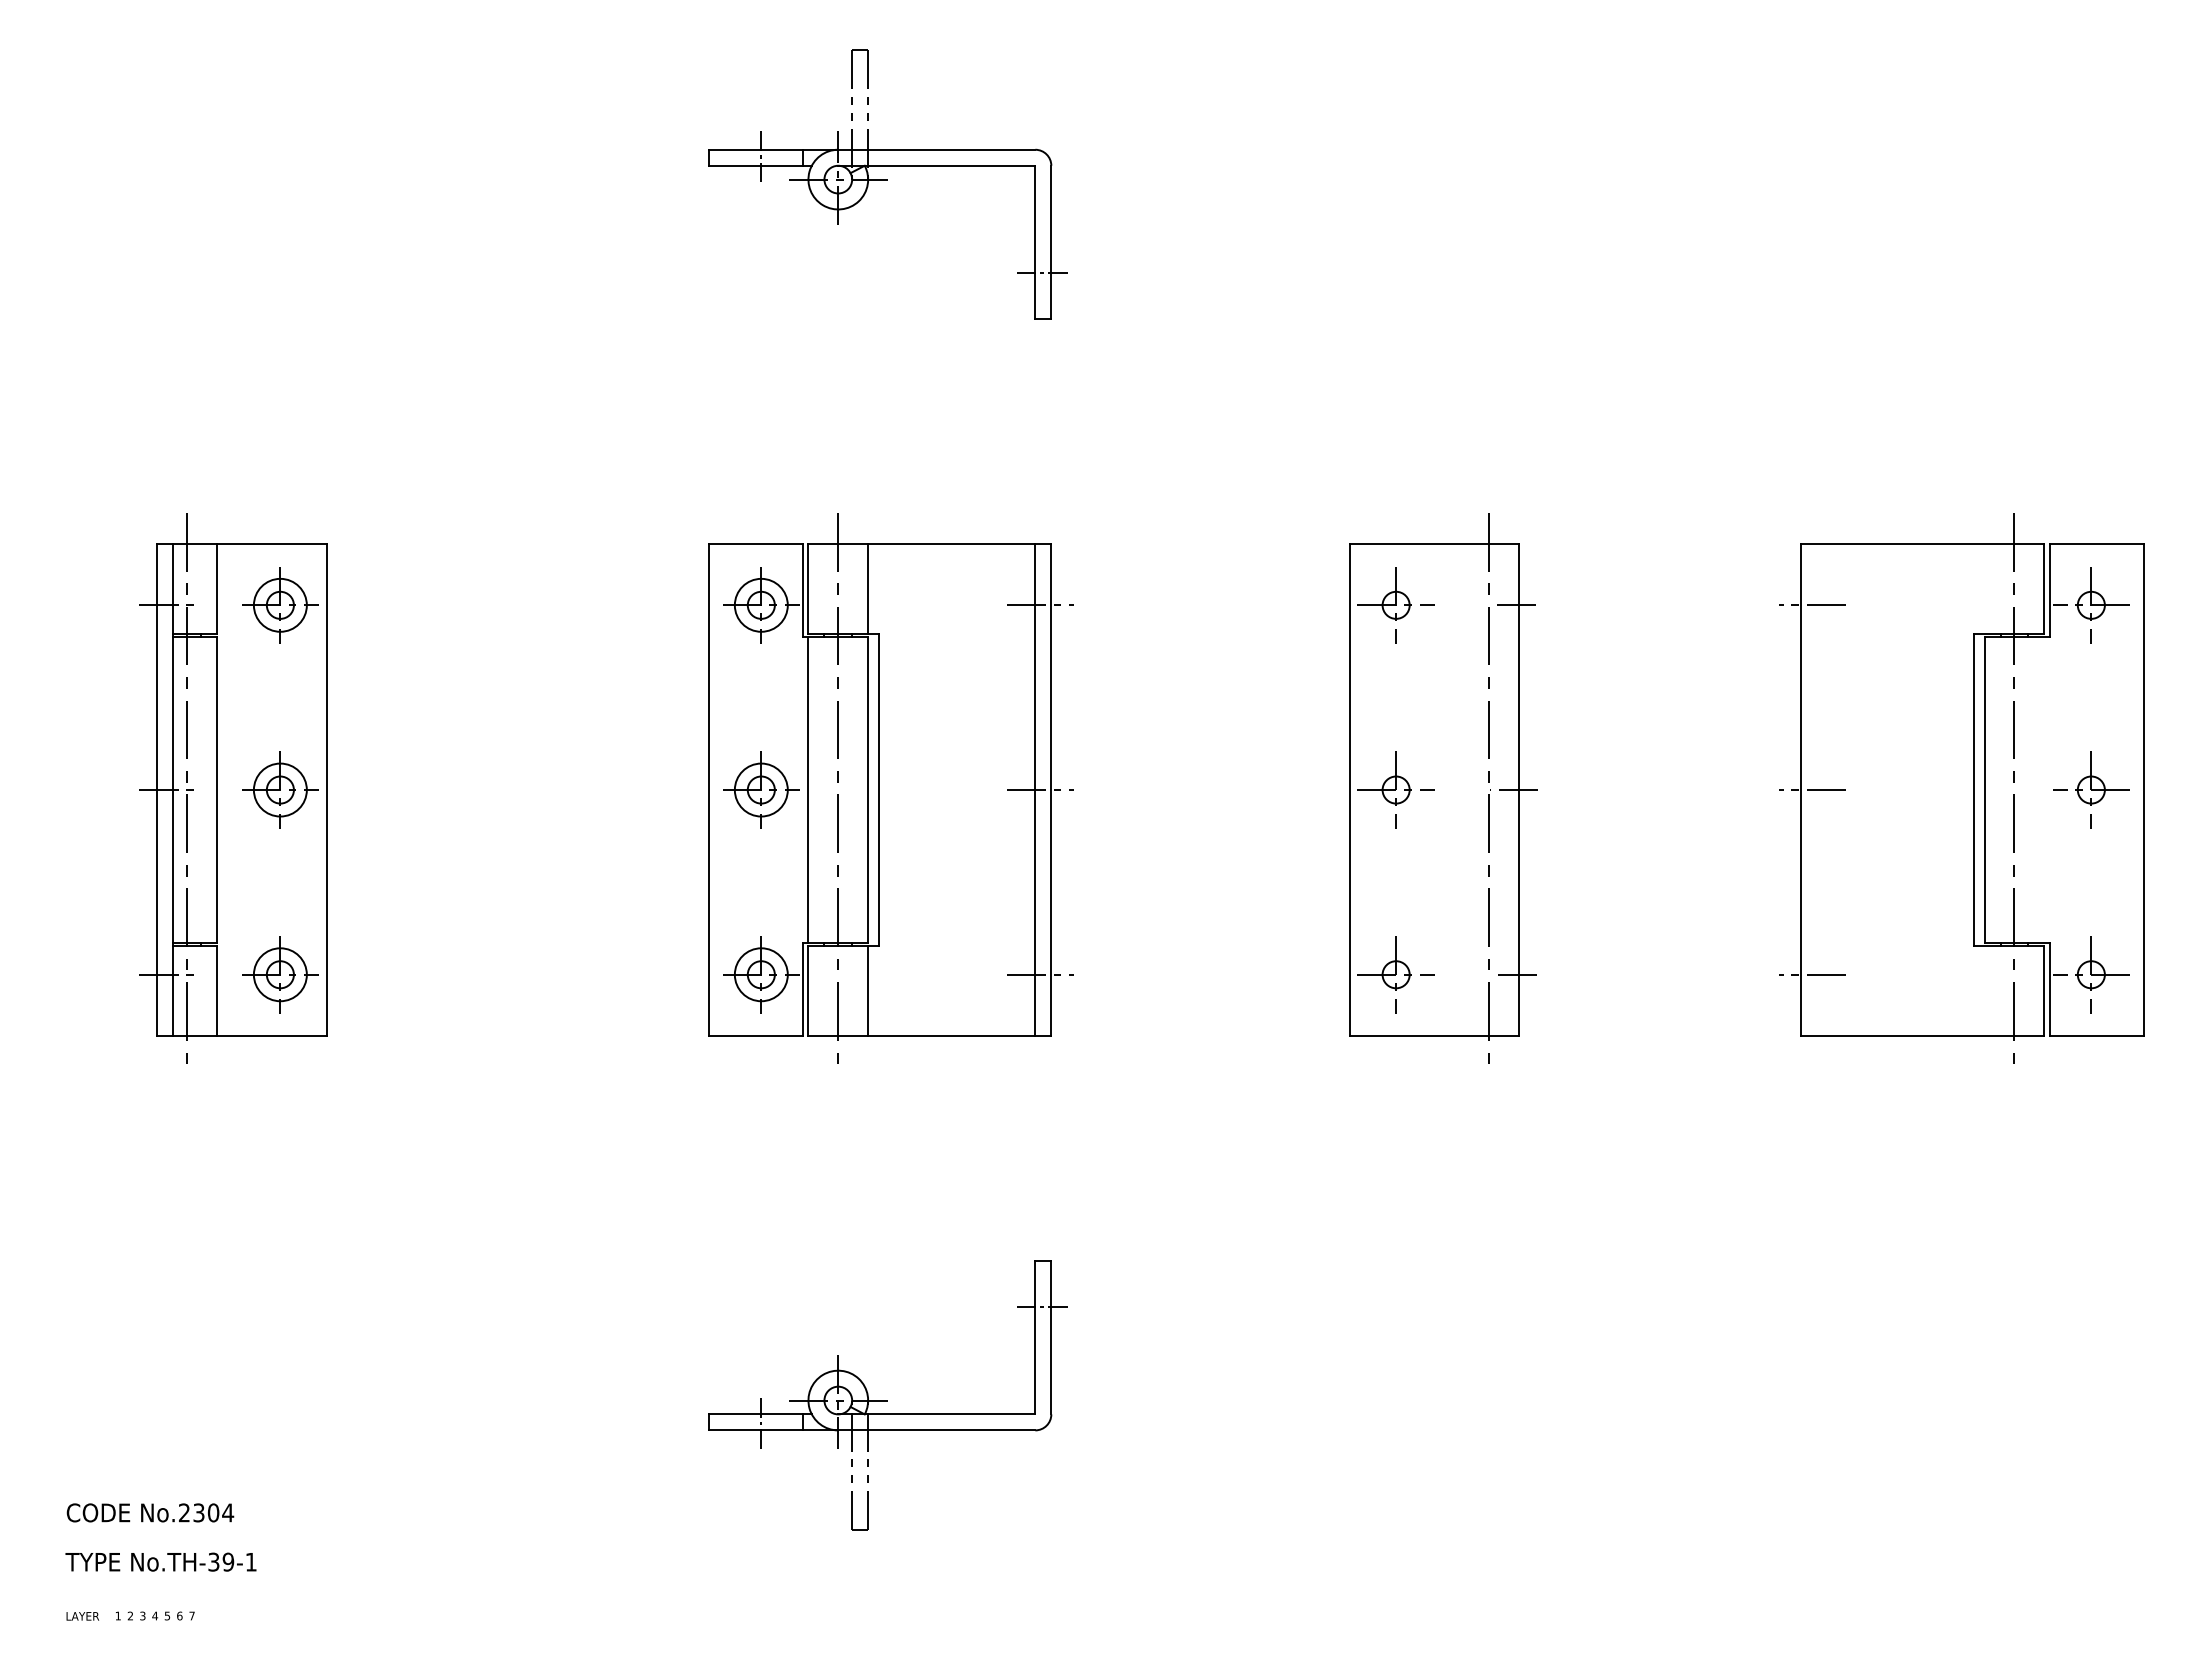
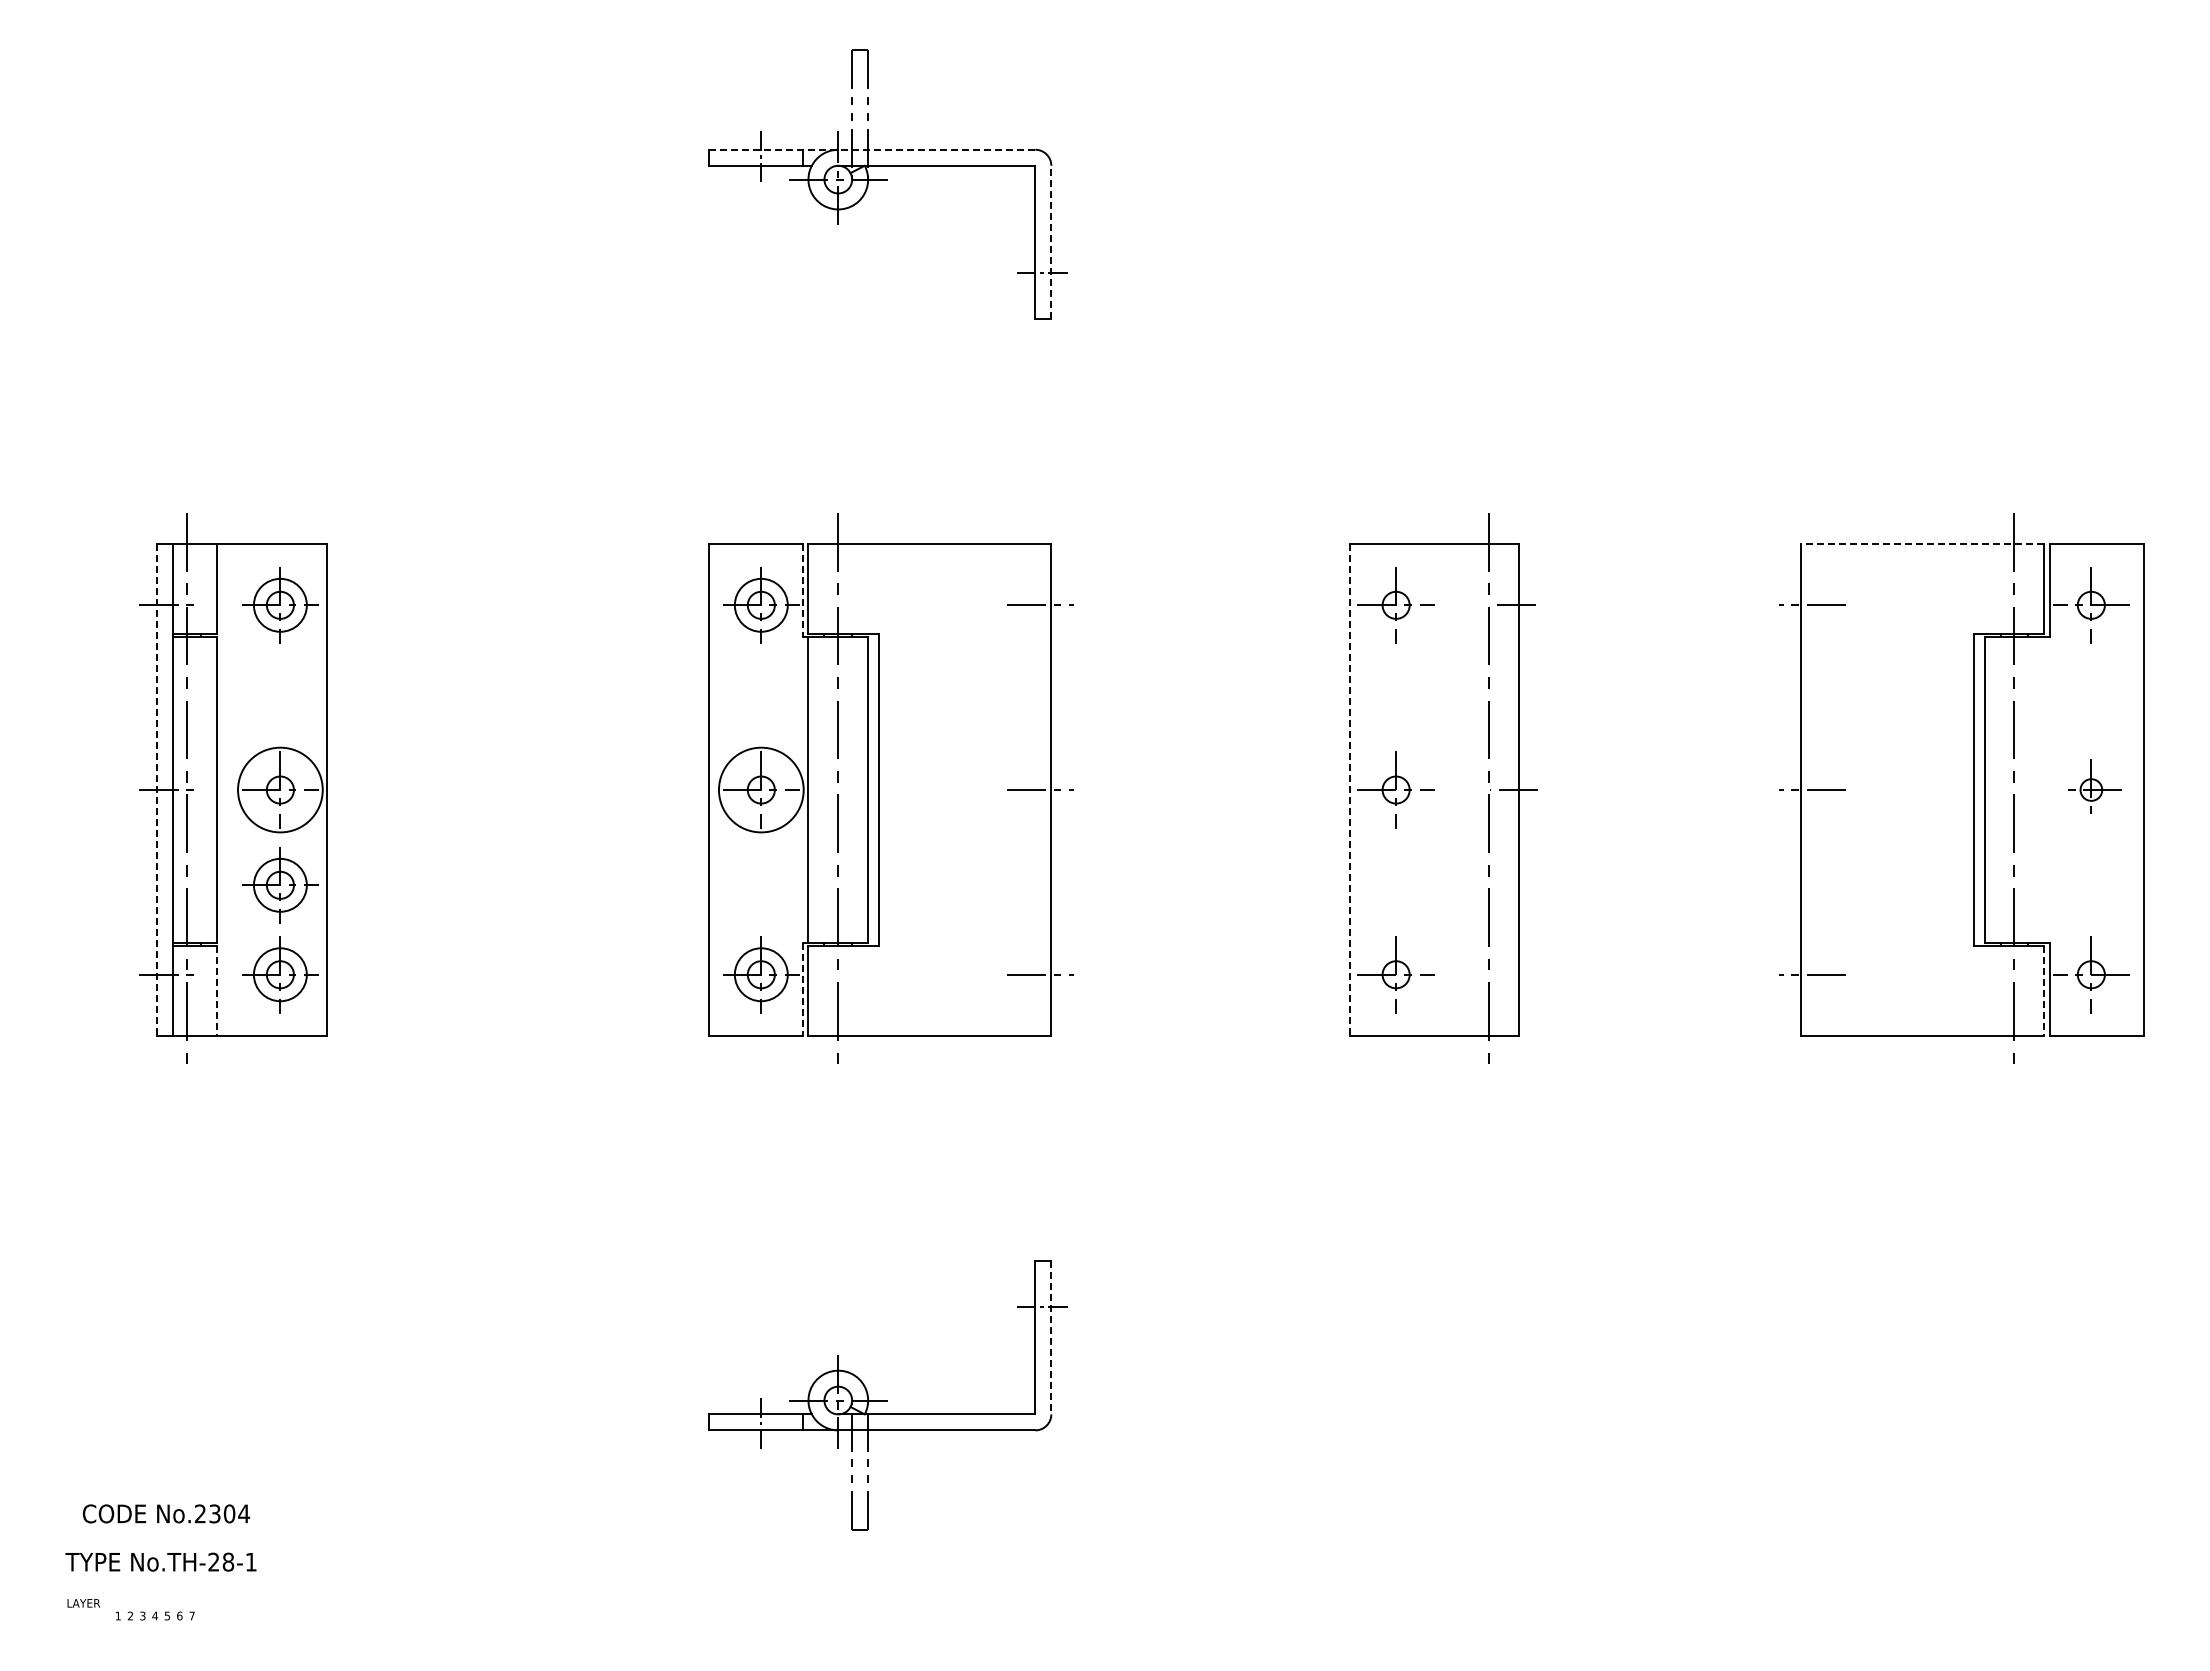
line at (872, 149): solid -> dashed
line at (1051, 242): solid -> dashed
line at (1922, 543): solid -> dashed
line at (868, 588): present -> none
line at (803, 590): solid -> dashed
circle at (279, 789) diameter: 53 px -> 85 px
circle at (760, 789) diameter: 53 px -> 85 px
line at (1035, 789): present -> none
part at (2091, 789) size: 77x78 px -> 54x55 px
line at (157, 790): solid -> dashed
line at (1349, 790): solid -> dashed
part at (280, 885): none -> present
line at (1514, 974): present -> none
line at (803, 990): solid -> dashed
line at (216, 991): solid -> dashed
line at (868, 991): present -> none
line at (2044, 991): solid -> dashed
line at (1051, 1337): solid -> dashed
text at (150, 1512) position: (150, 1512) -> (166, 1513)
text at (221, 1561): No.TH-39-1 -> No.TH-28-1
text at (82, 1616) position: (82, 1616) -> (83, 1603)
